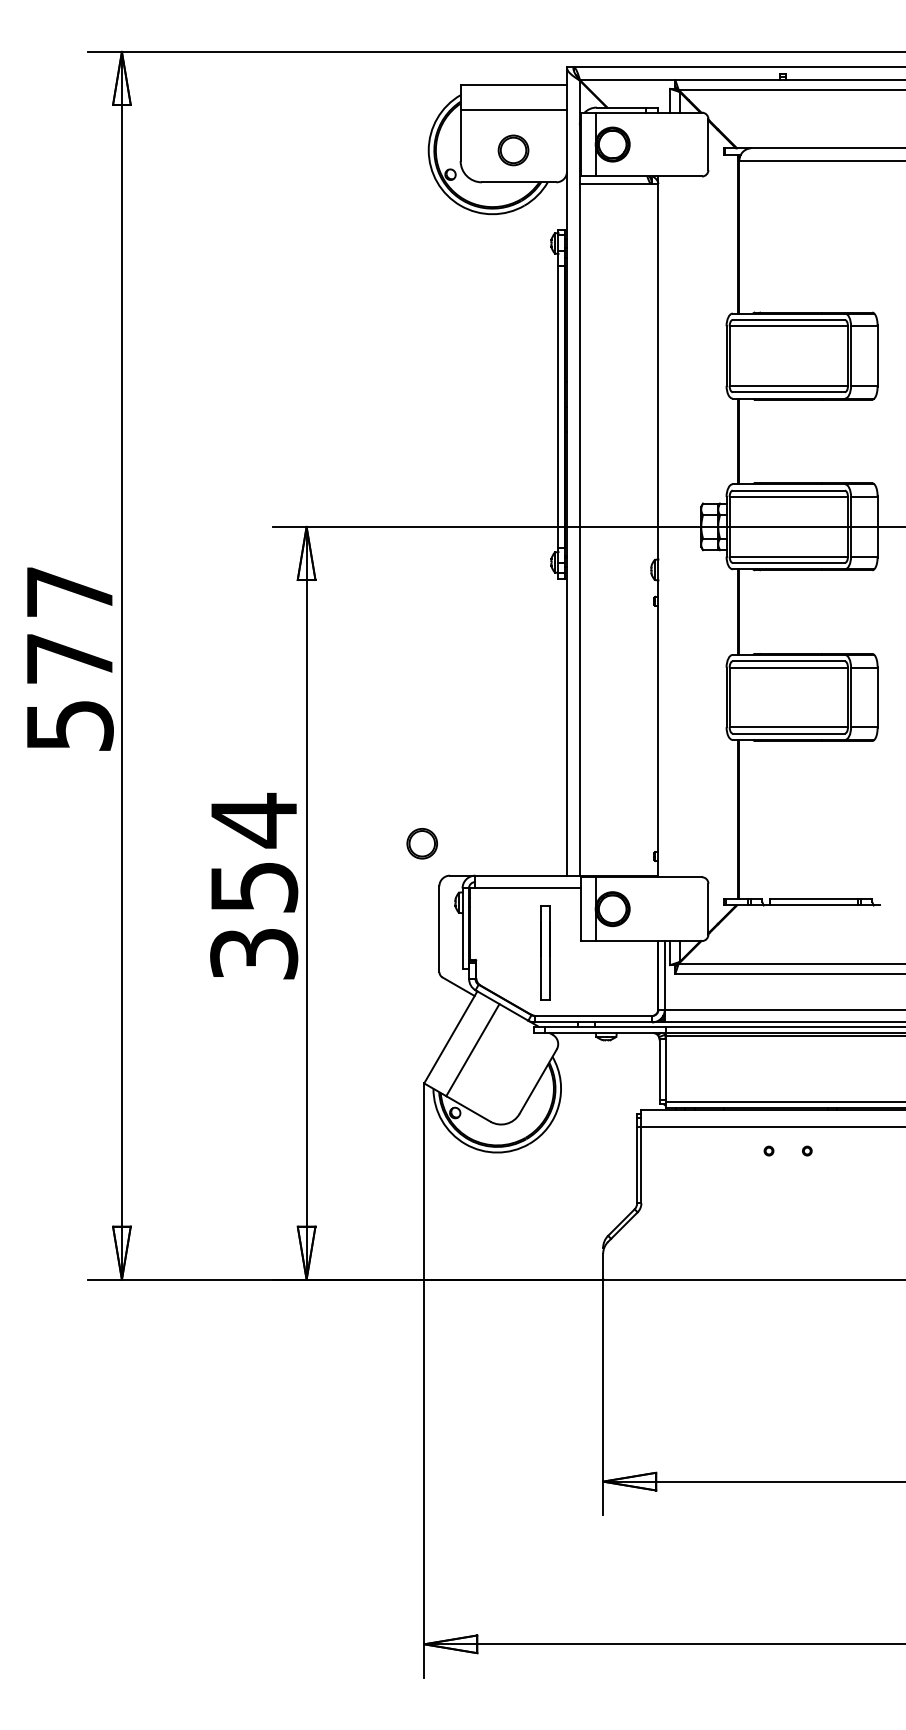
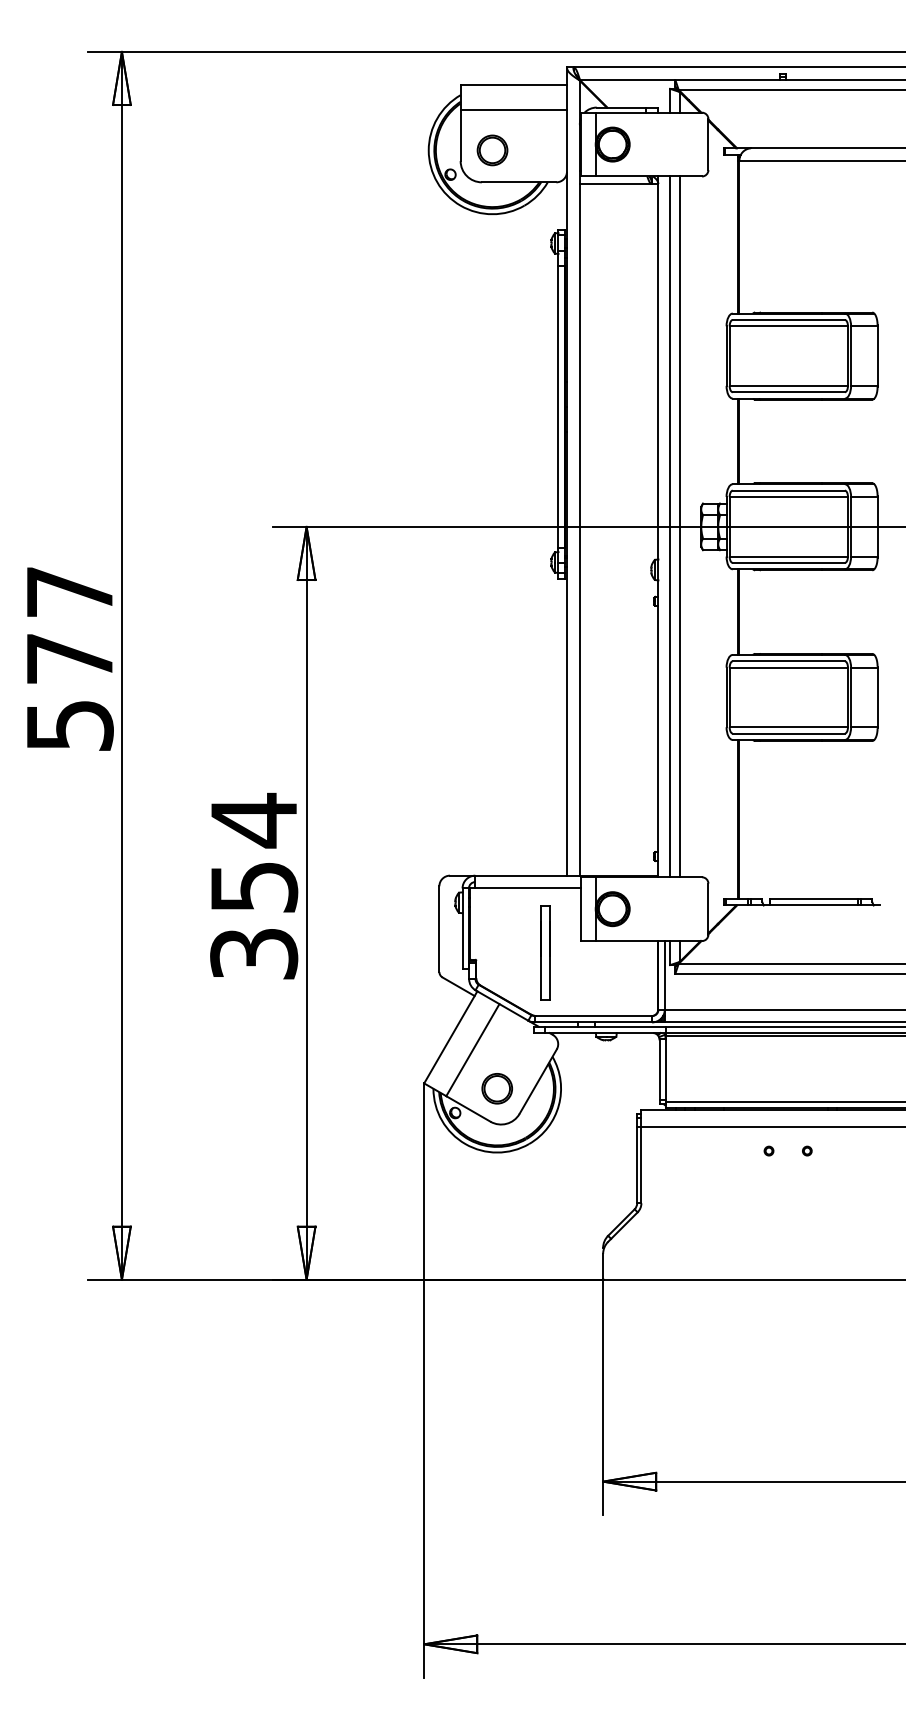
part at (513, 150) position: (513, 150) -> (492, 150)
line at (670, 526): none -> present
line at (679, 526): none -> present
part at (421, 843) position: (421, 843) -> (496, 1088)
